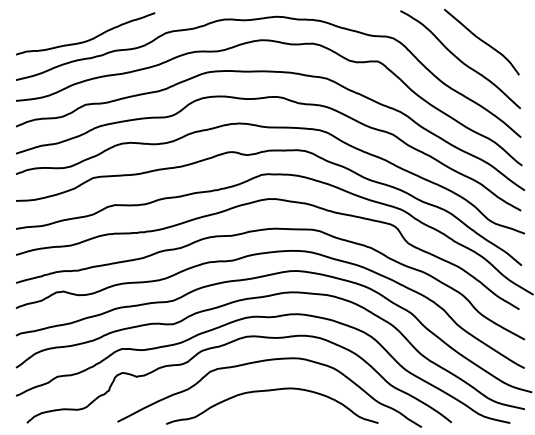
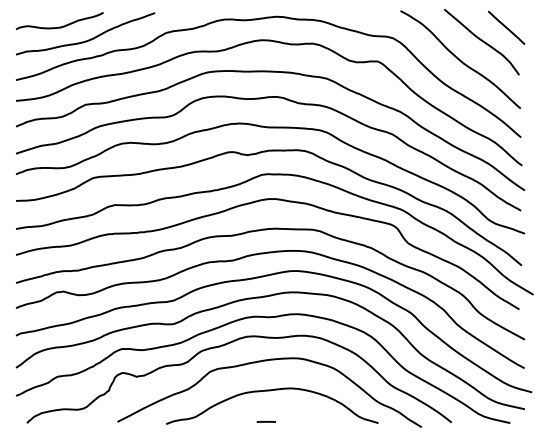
curve at (59, 26): none -> present
line at (506, 27): none -> present
line at (265, 421): none -> present
